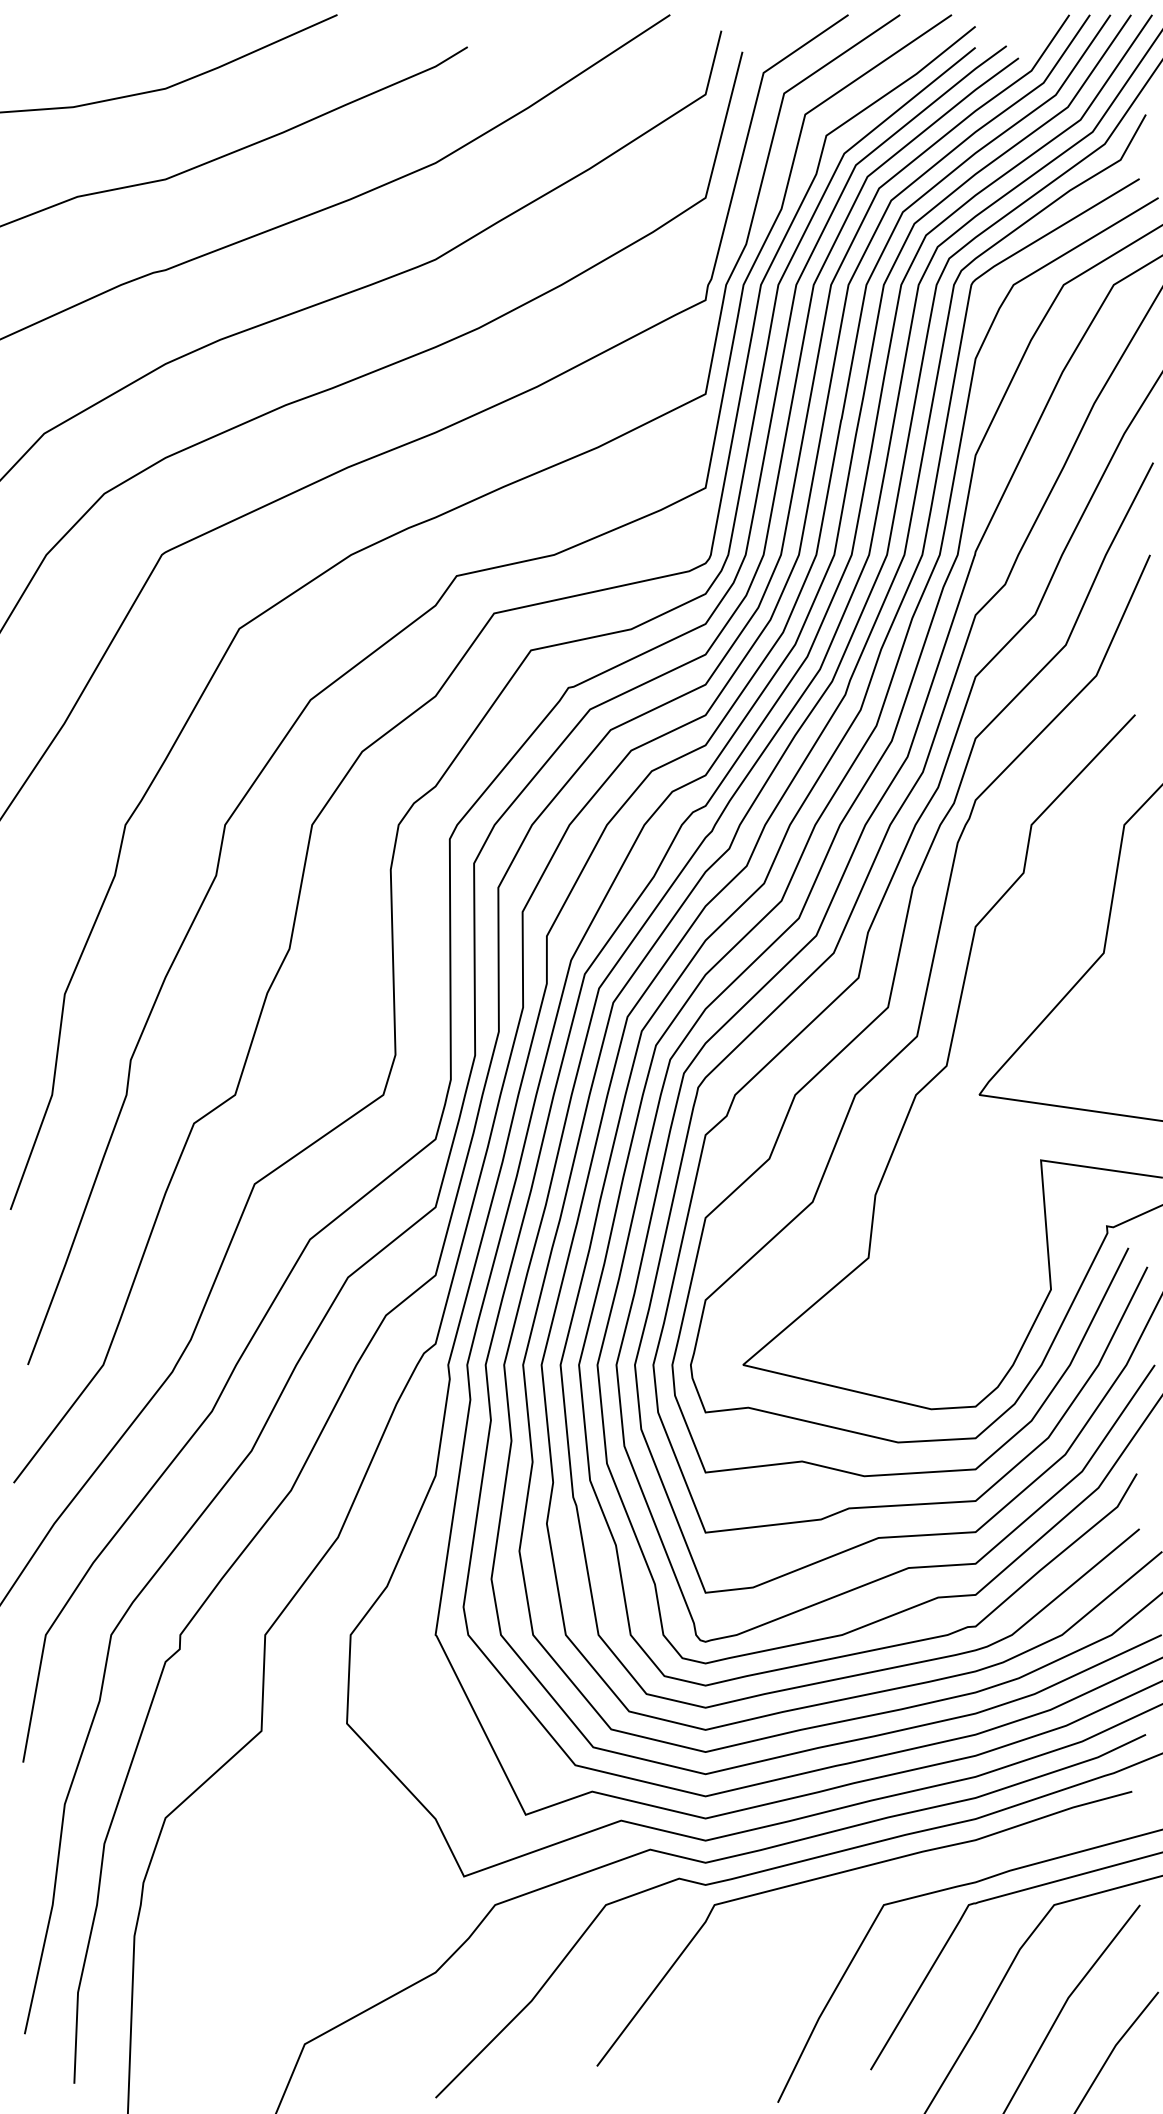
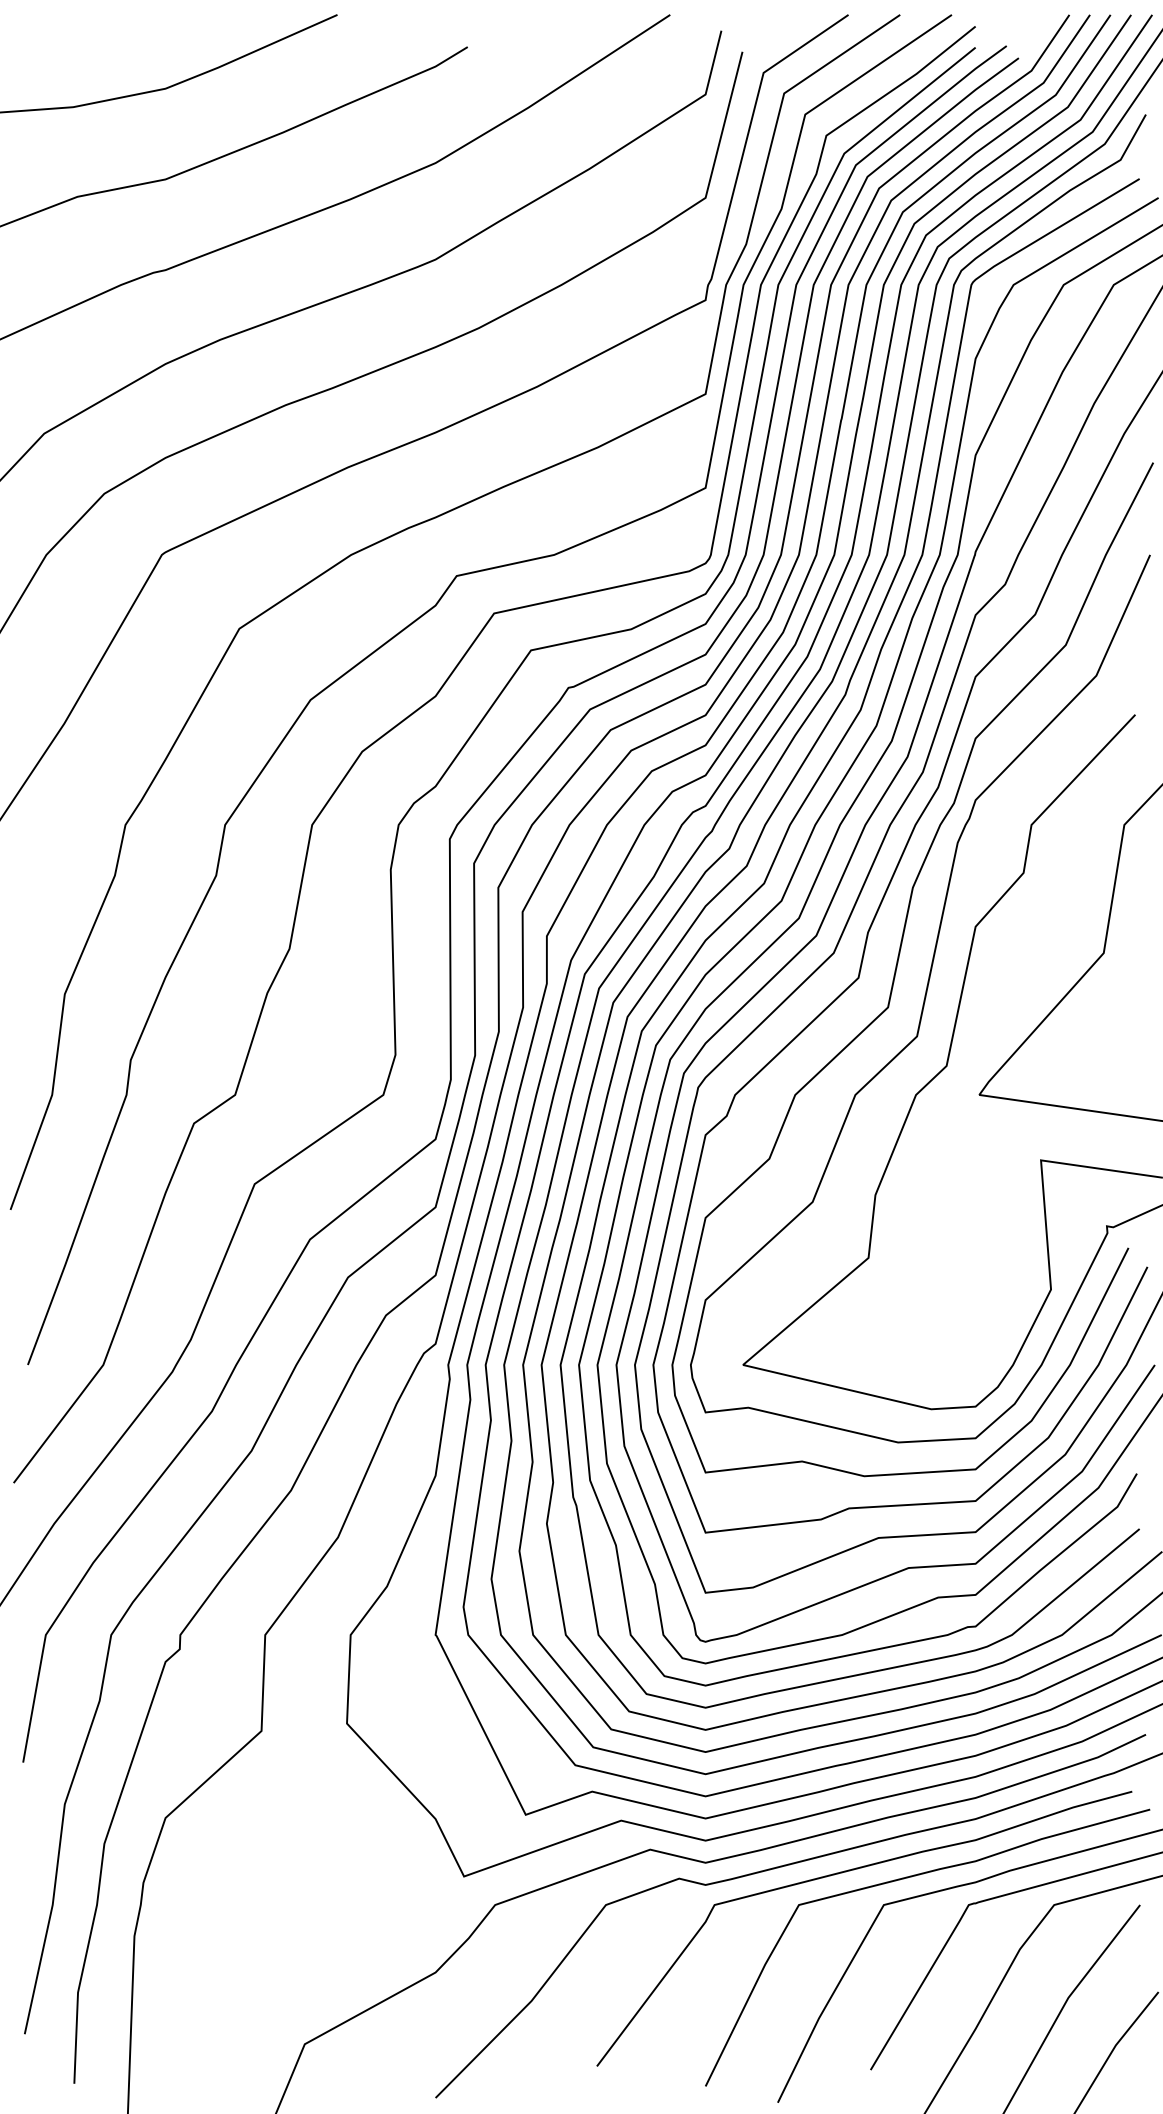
curve at (908, 1878): none -> present
